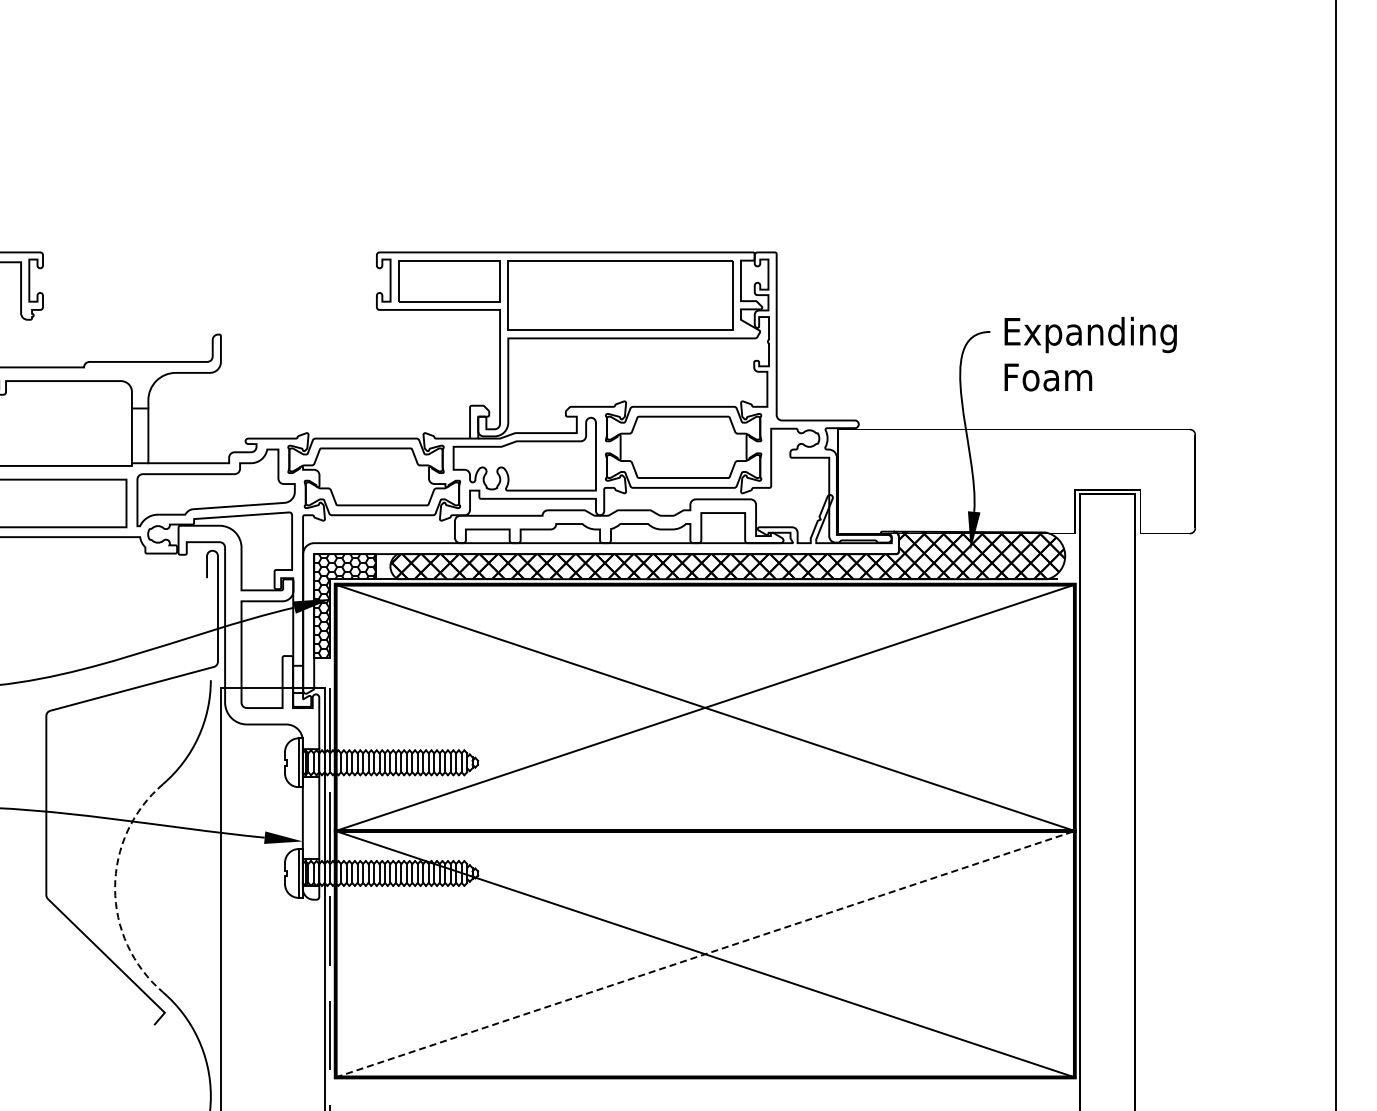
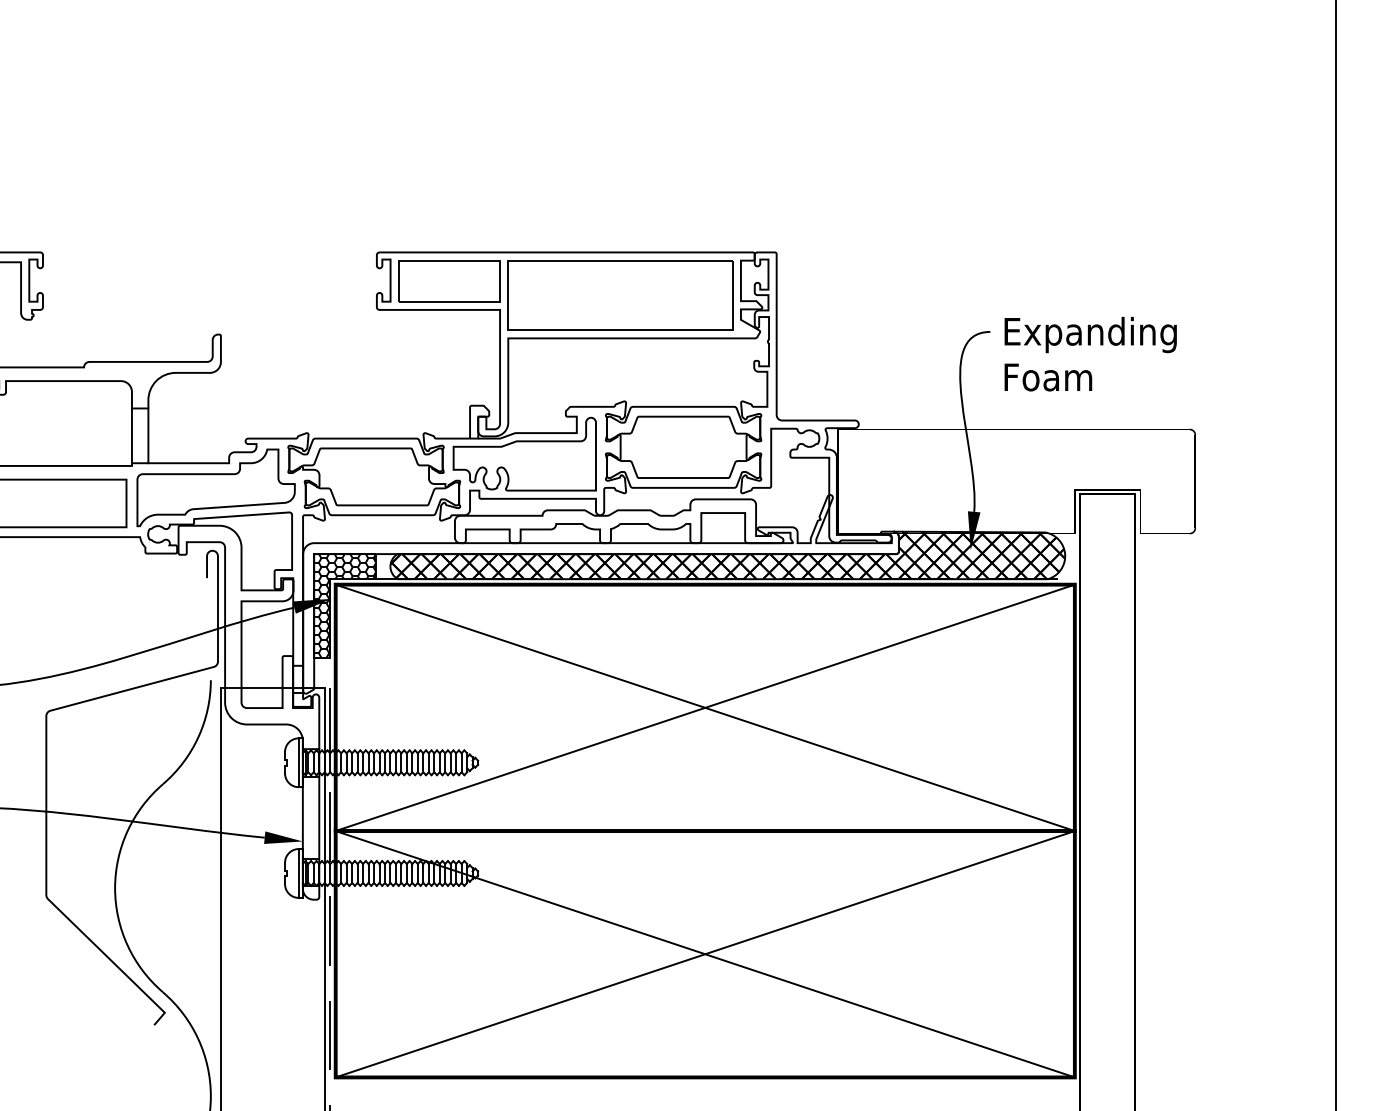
arc at (115, 888): dashed -> solid
line at (705, 954): dashed -> solid
